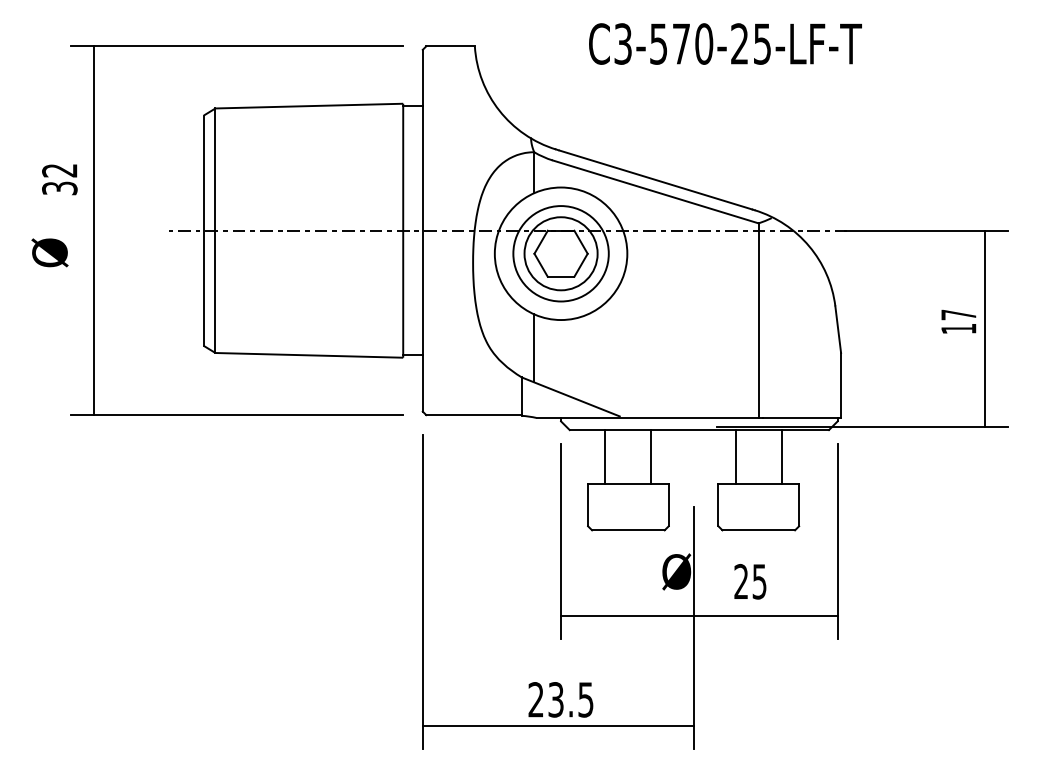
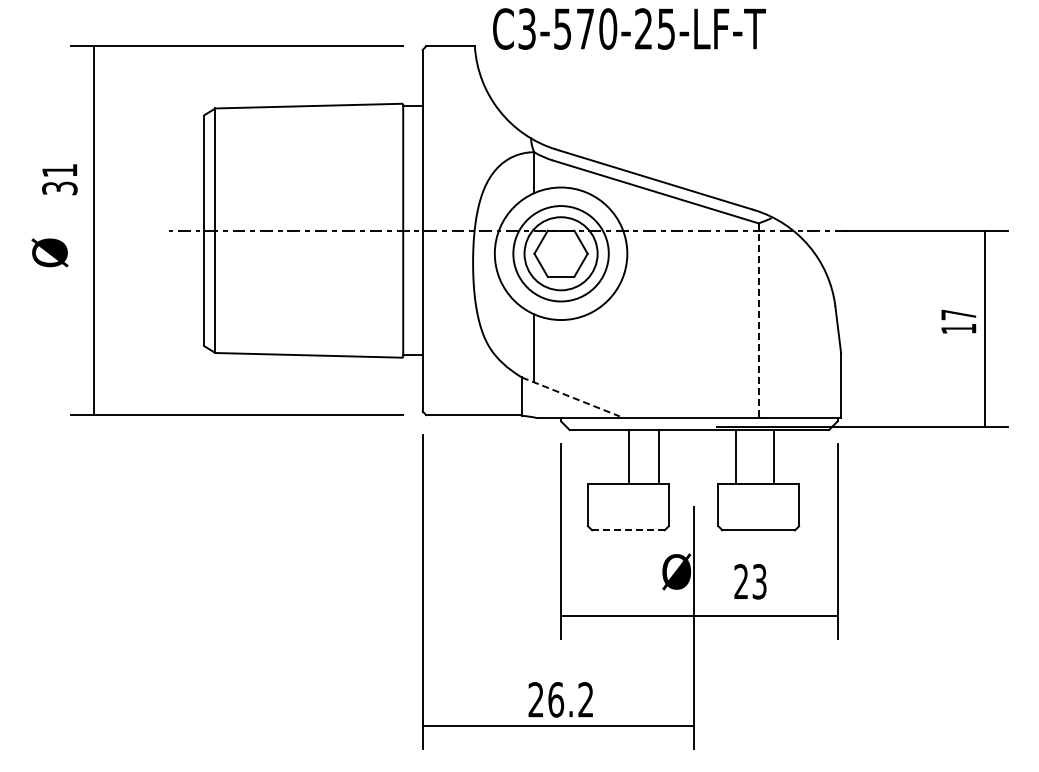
text at (725, 43) position: (725, 43) -> (629, 28)
text at (59, 170): 32 -> 31
line at (758, 321): solid -> dashed
line at (570, 396): solid -> dashed
line at (605, 457) position: (605, 457) -> (629, 457)
line at (651, 457) position: (651, 457) -> (659, 457)
line at (781, 457) position: (781, 457) -> (773, 457)
line at (627, 530): solid -> dashed
text at (759, 581): 25 -> 23
text at (570, 699): 23.5 -> 26.2
